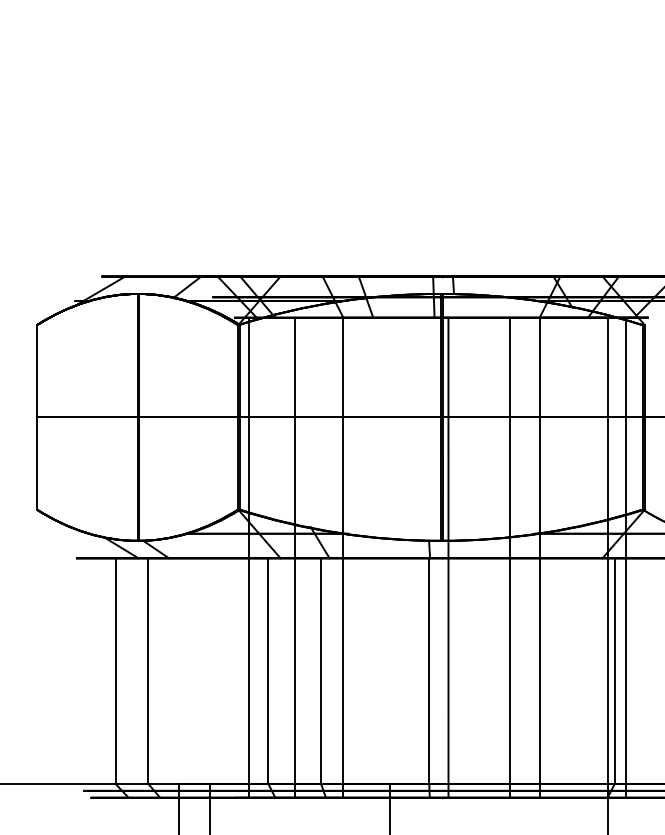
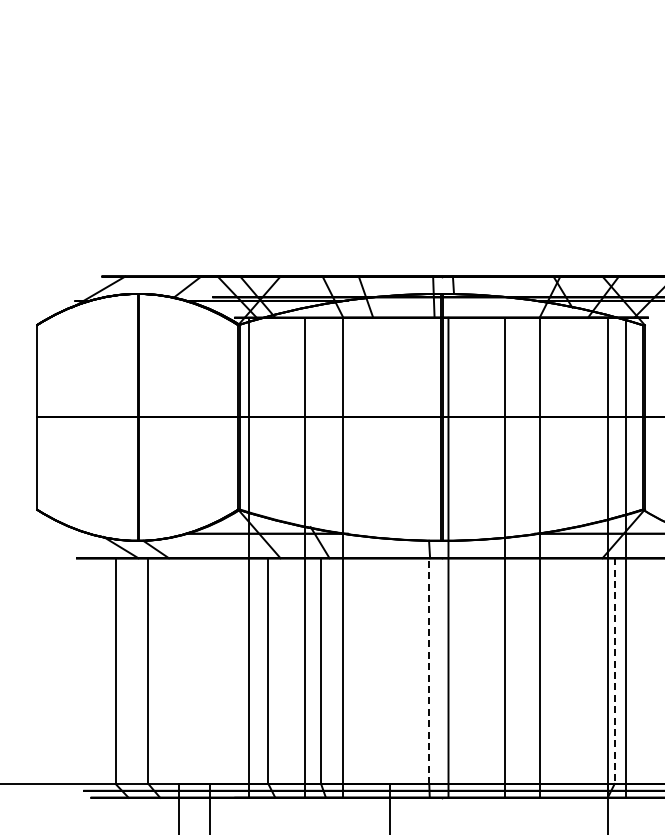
line at (295, 557) position: (295, 557) -> (305, 557)
line at (509, 557) position: (509, 557) -> (504, 557)
line at (429, 671): solid -> dashed
line at (614, 671): solid -> dashed
